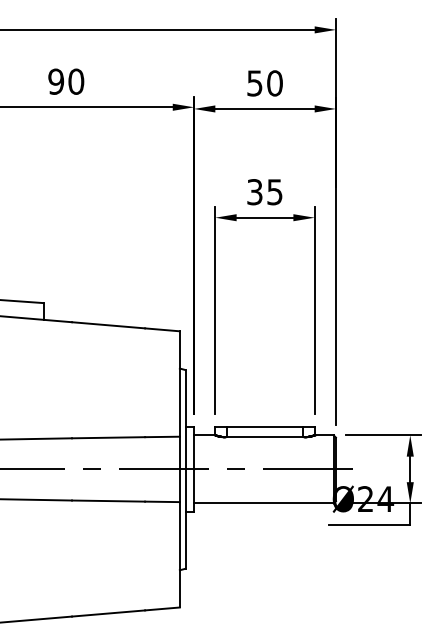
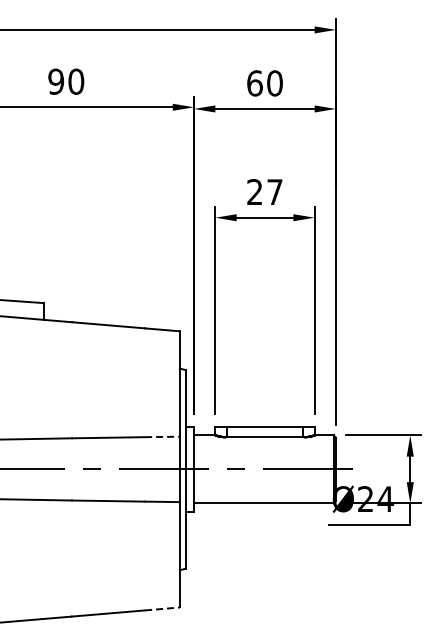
text at (254, 83): 50 -> 60
text at (264, 192): 35 -> 27
line at (162, 436): solid -> dashed
line at (162, 608): solid -> dashed
